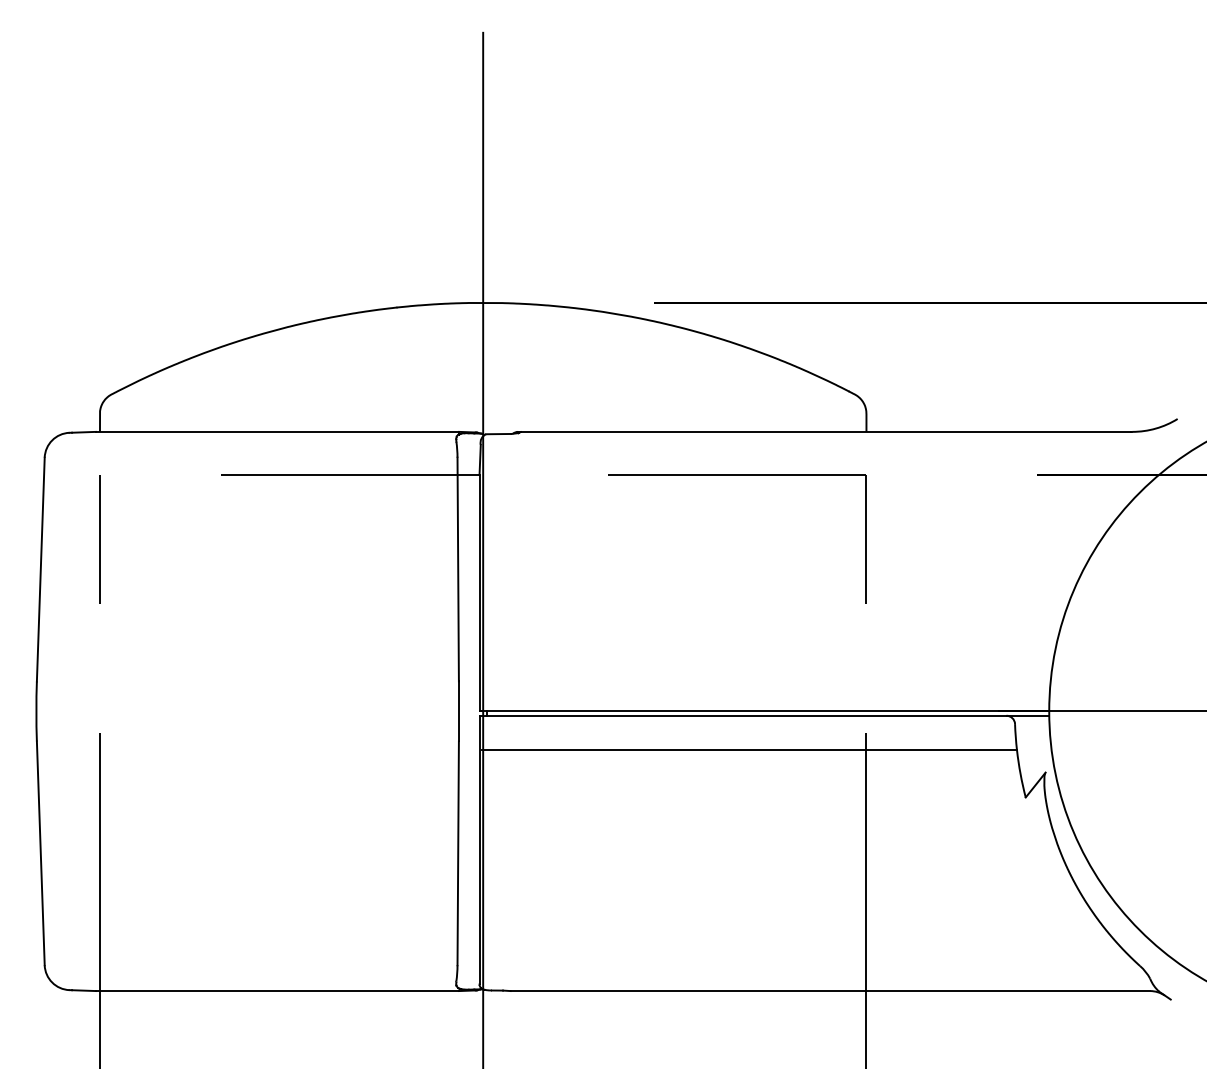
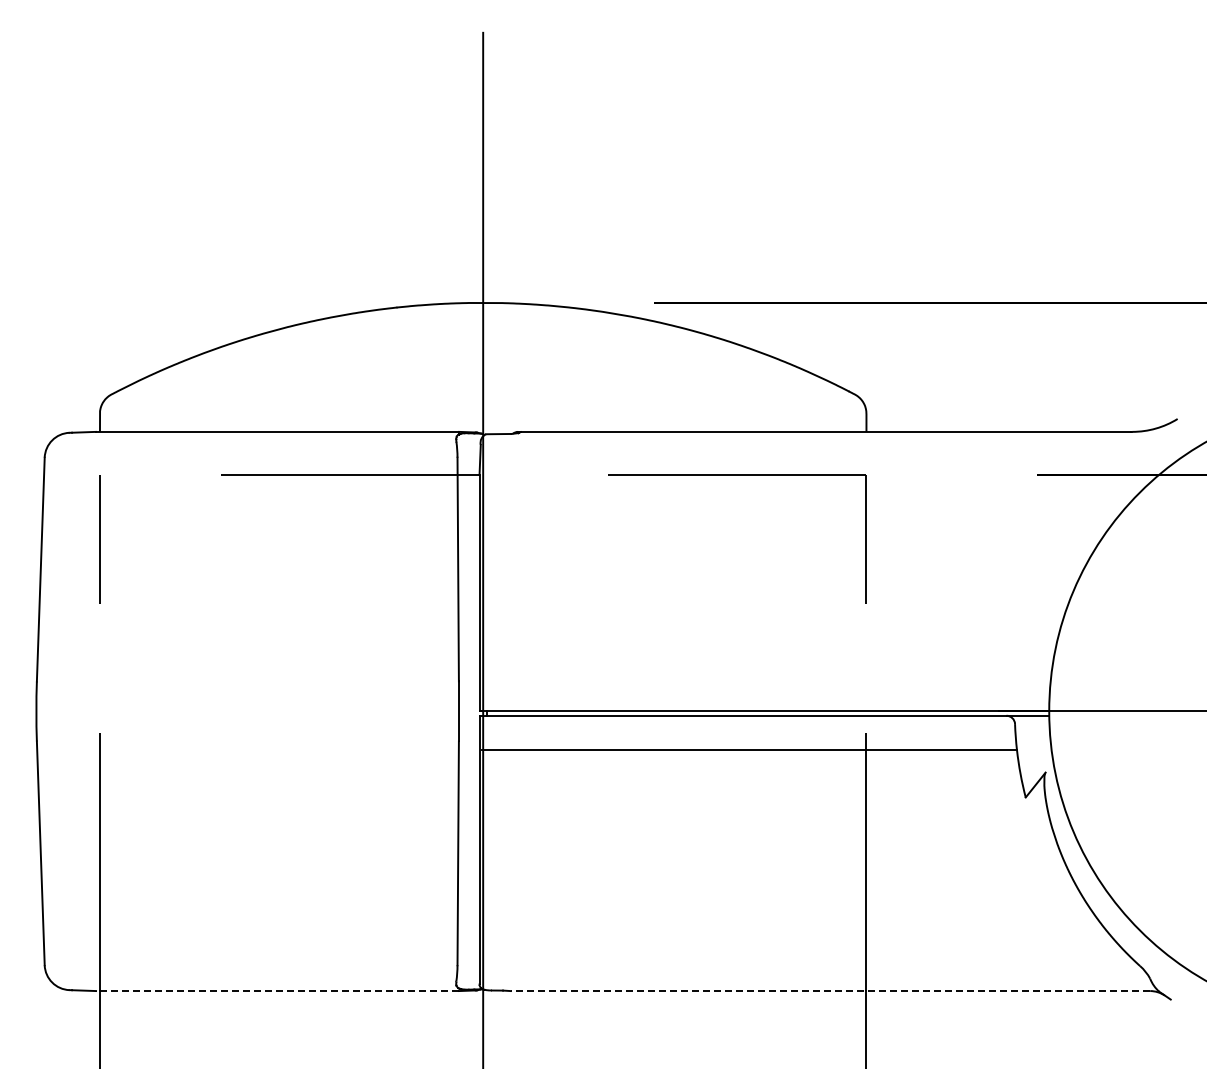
line at (277, 991): solid -> dashed
line at (830, 991): solid -> dashed
